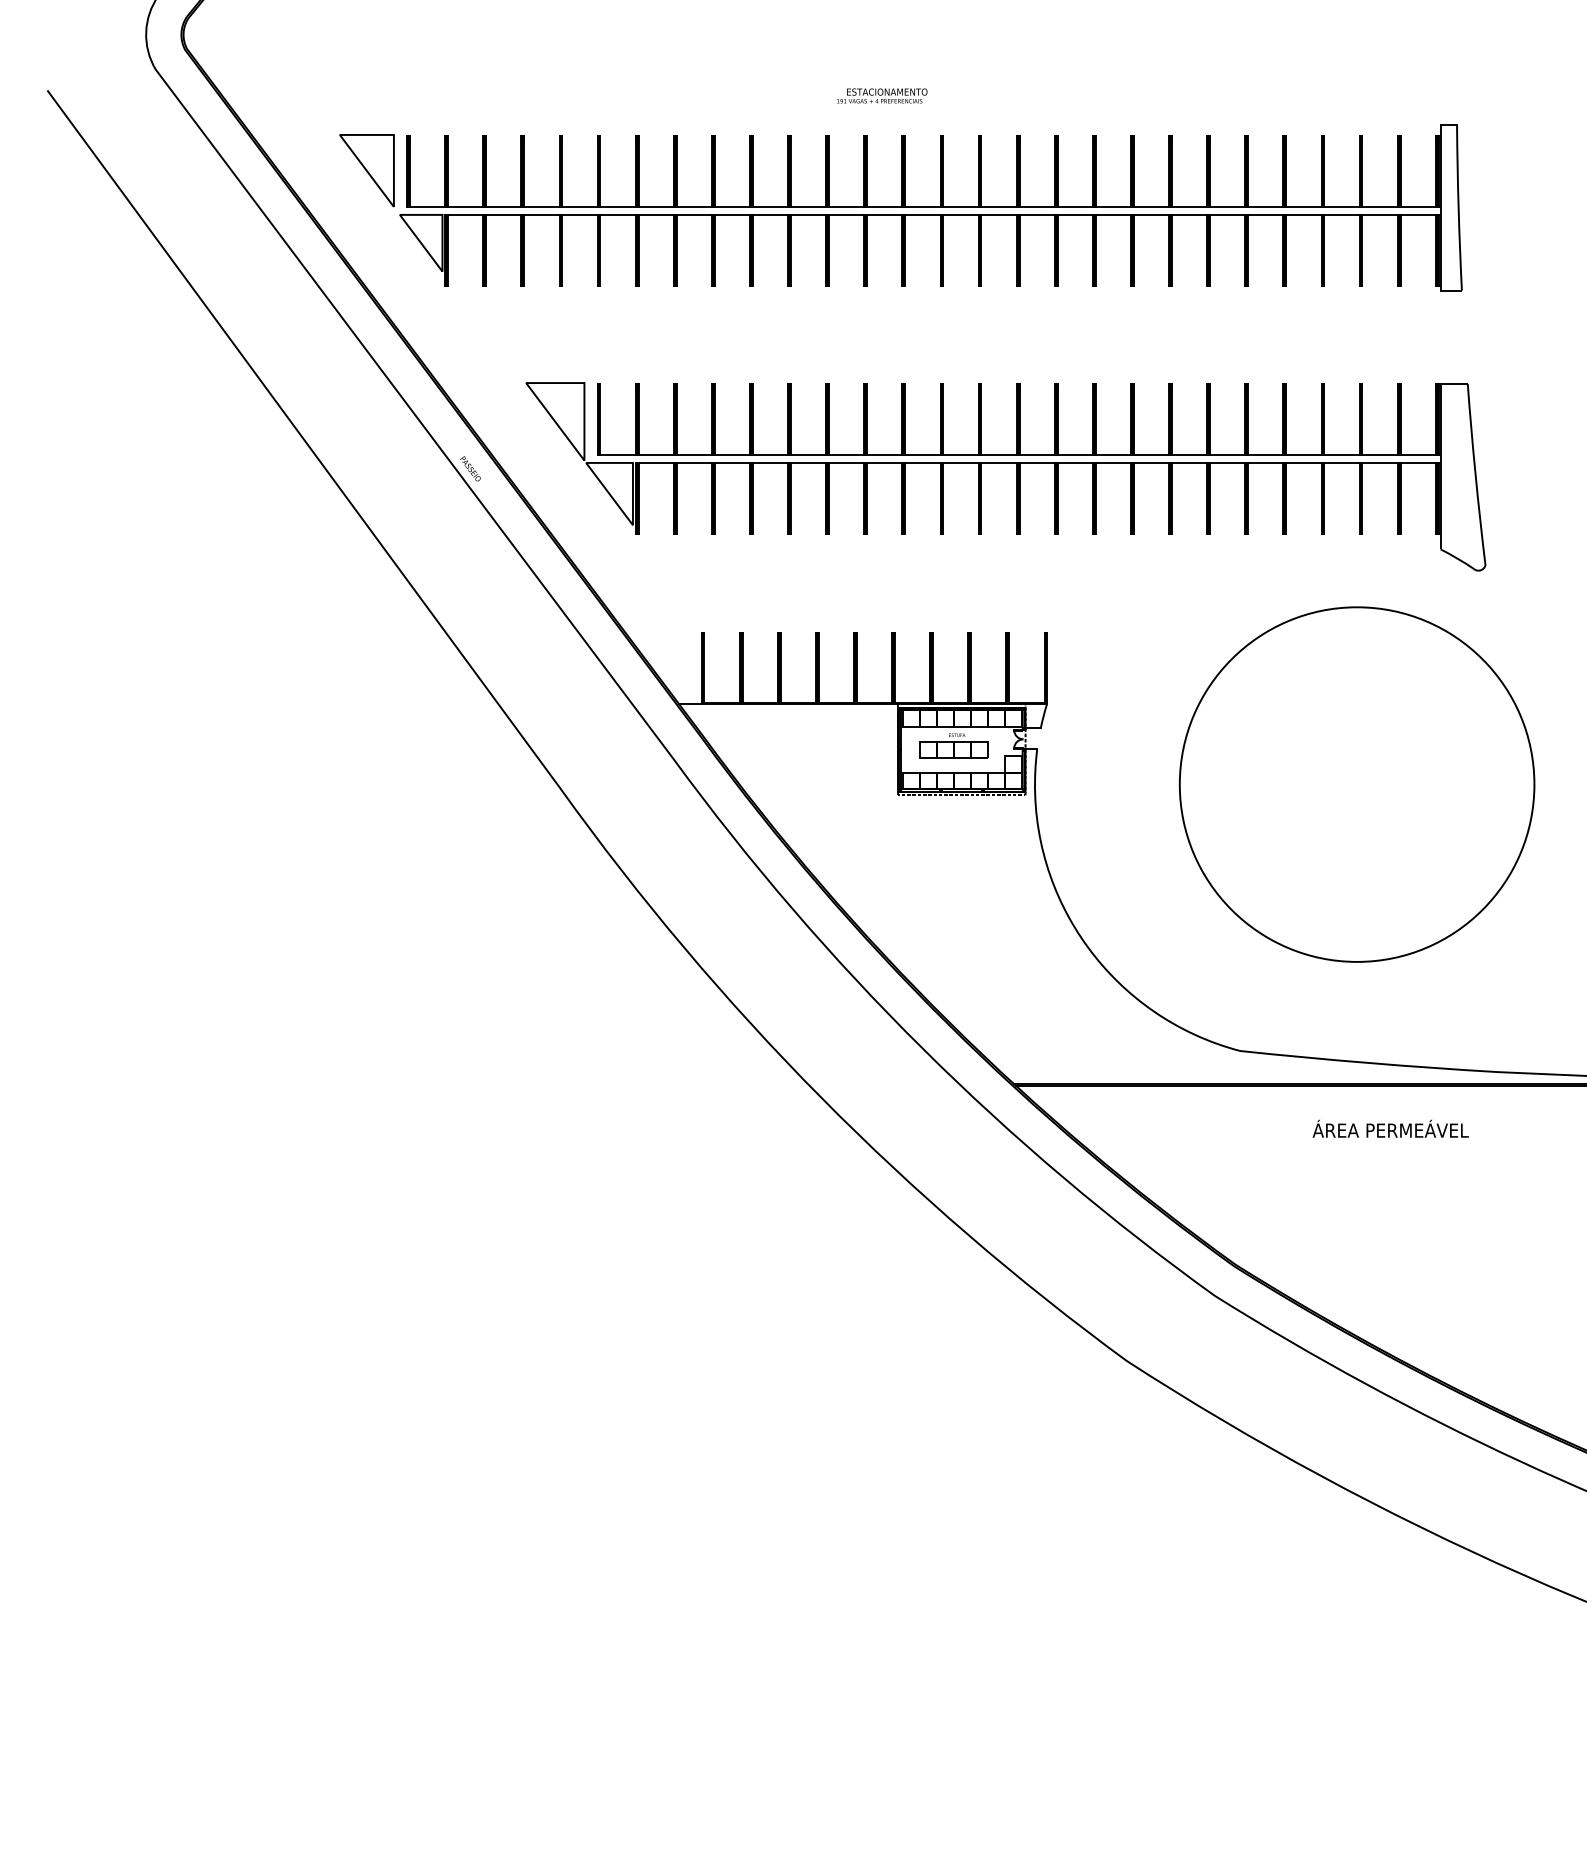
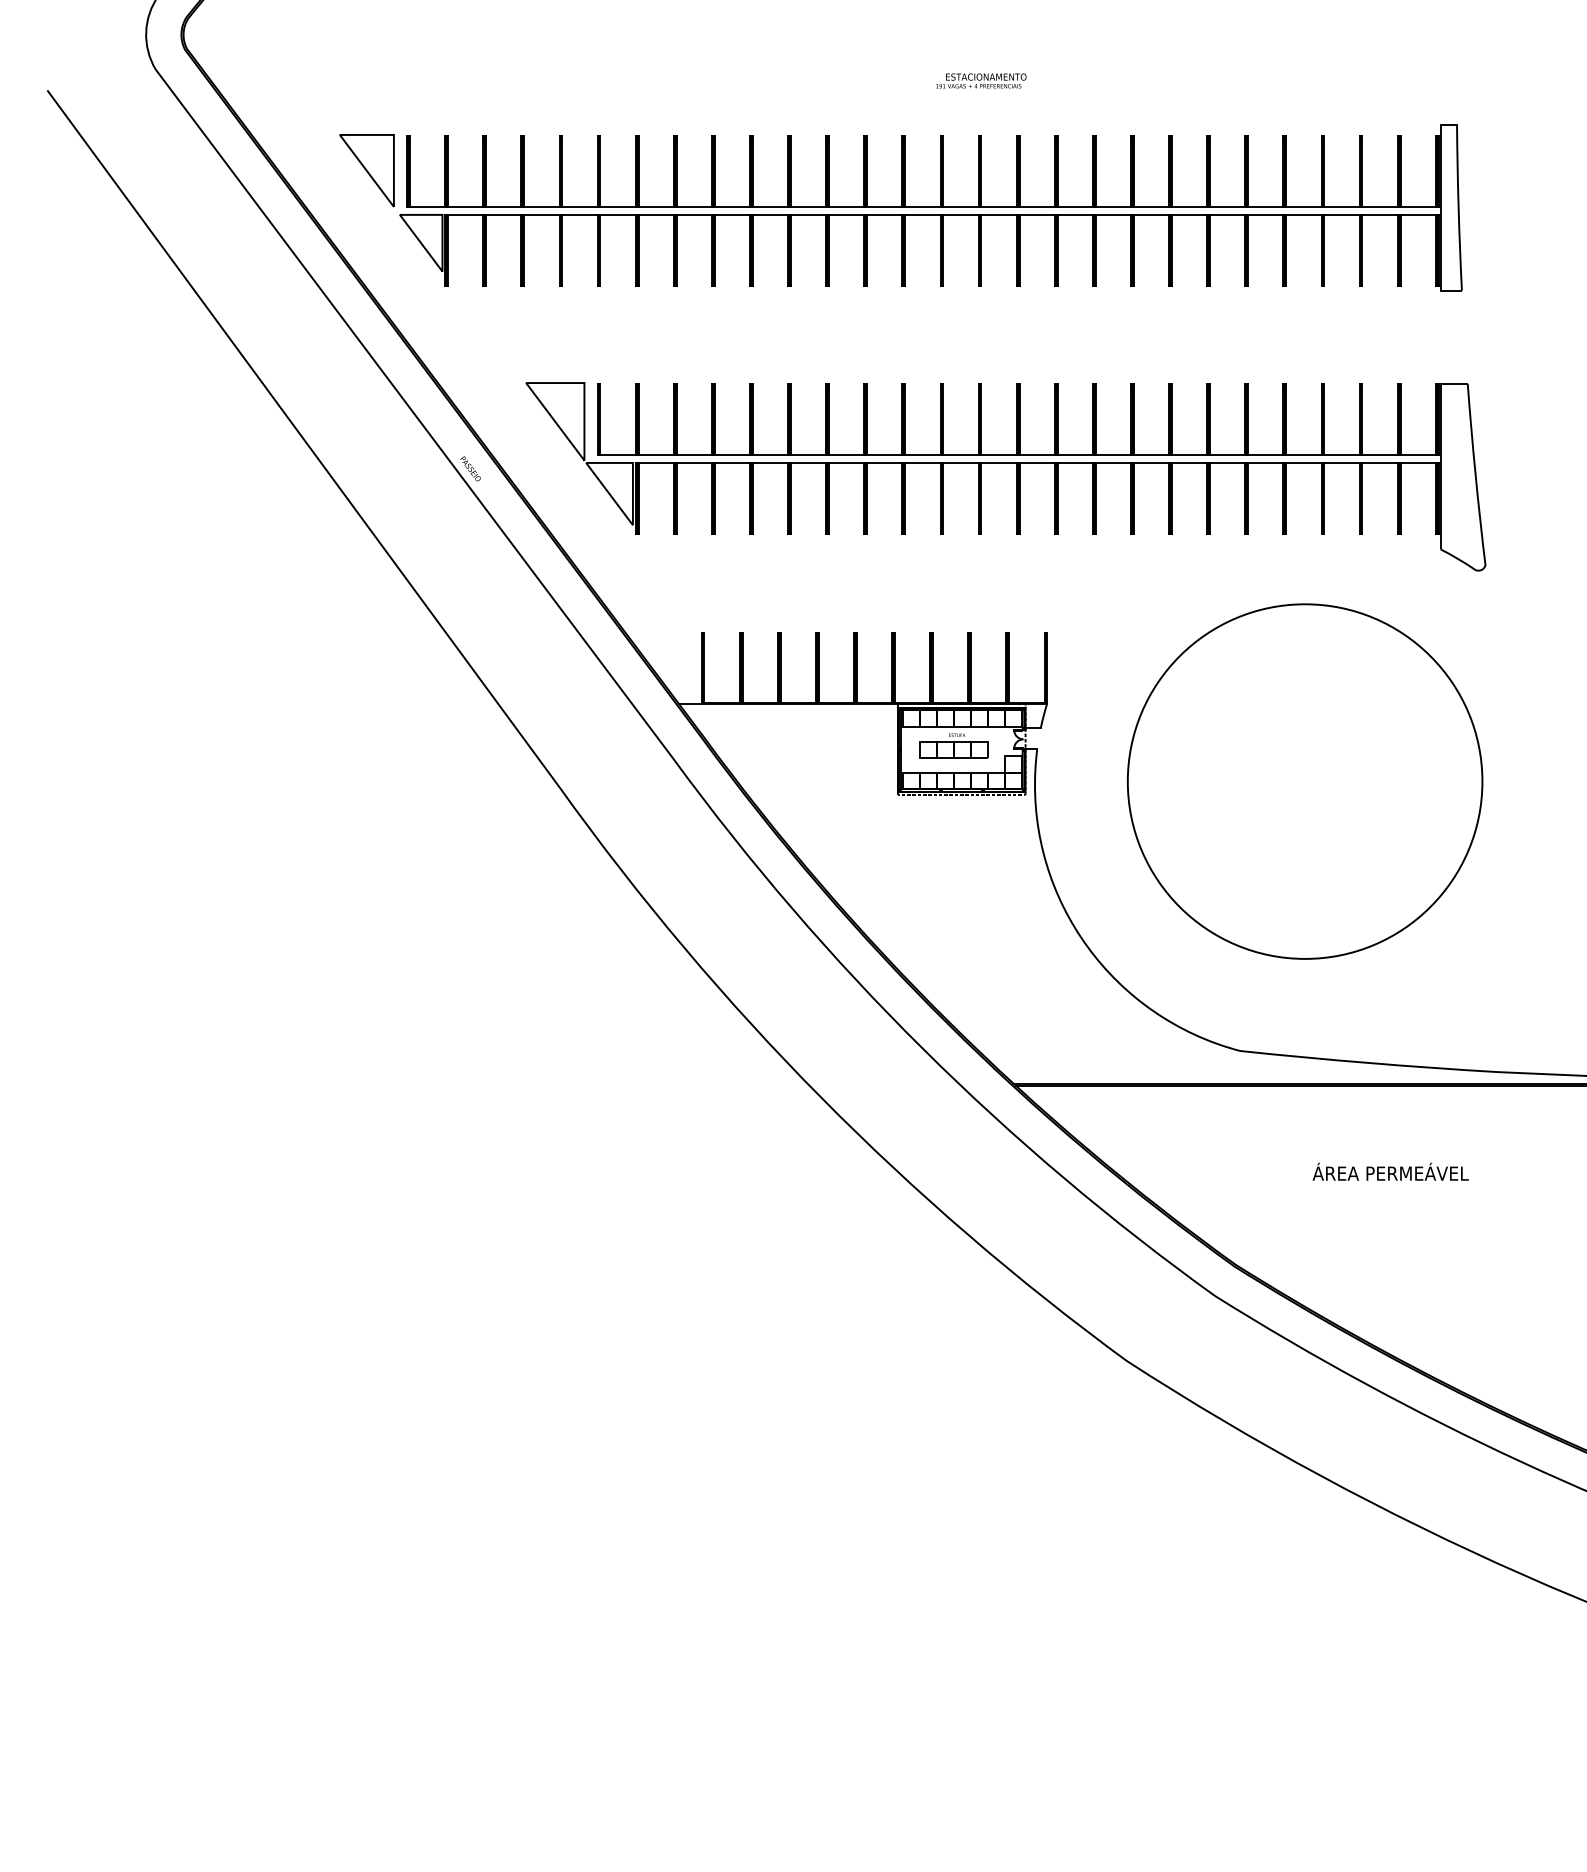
text at (882, 95) position: (882, 95) -> (981, 80)
circle at (1356, 784) position: (1356, 784) -> (1304, 781)
text at (1390, 1128) position: (1390, 1128) -> (1390, 1171)
